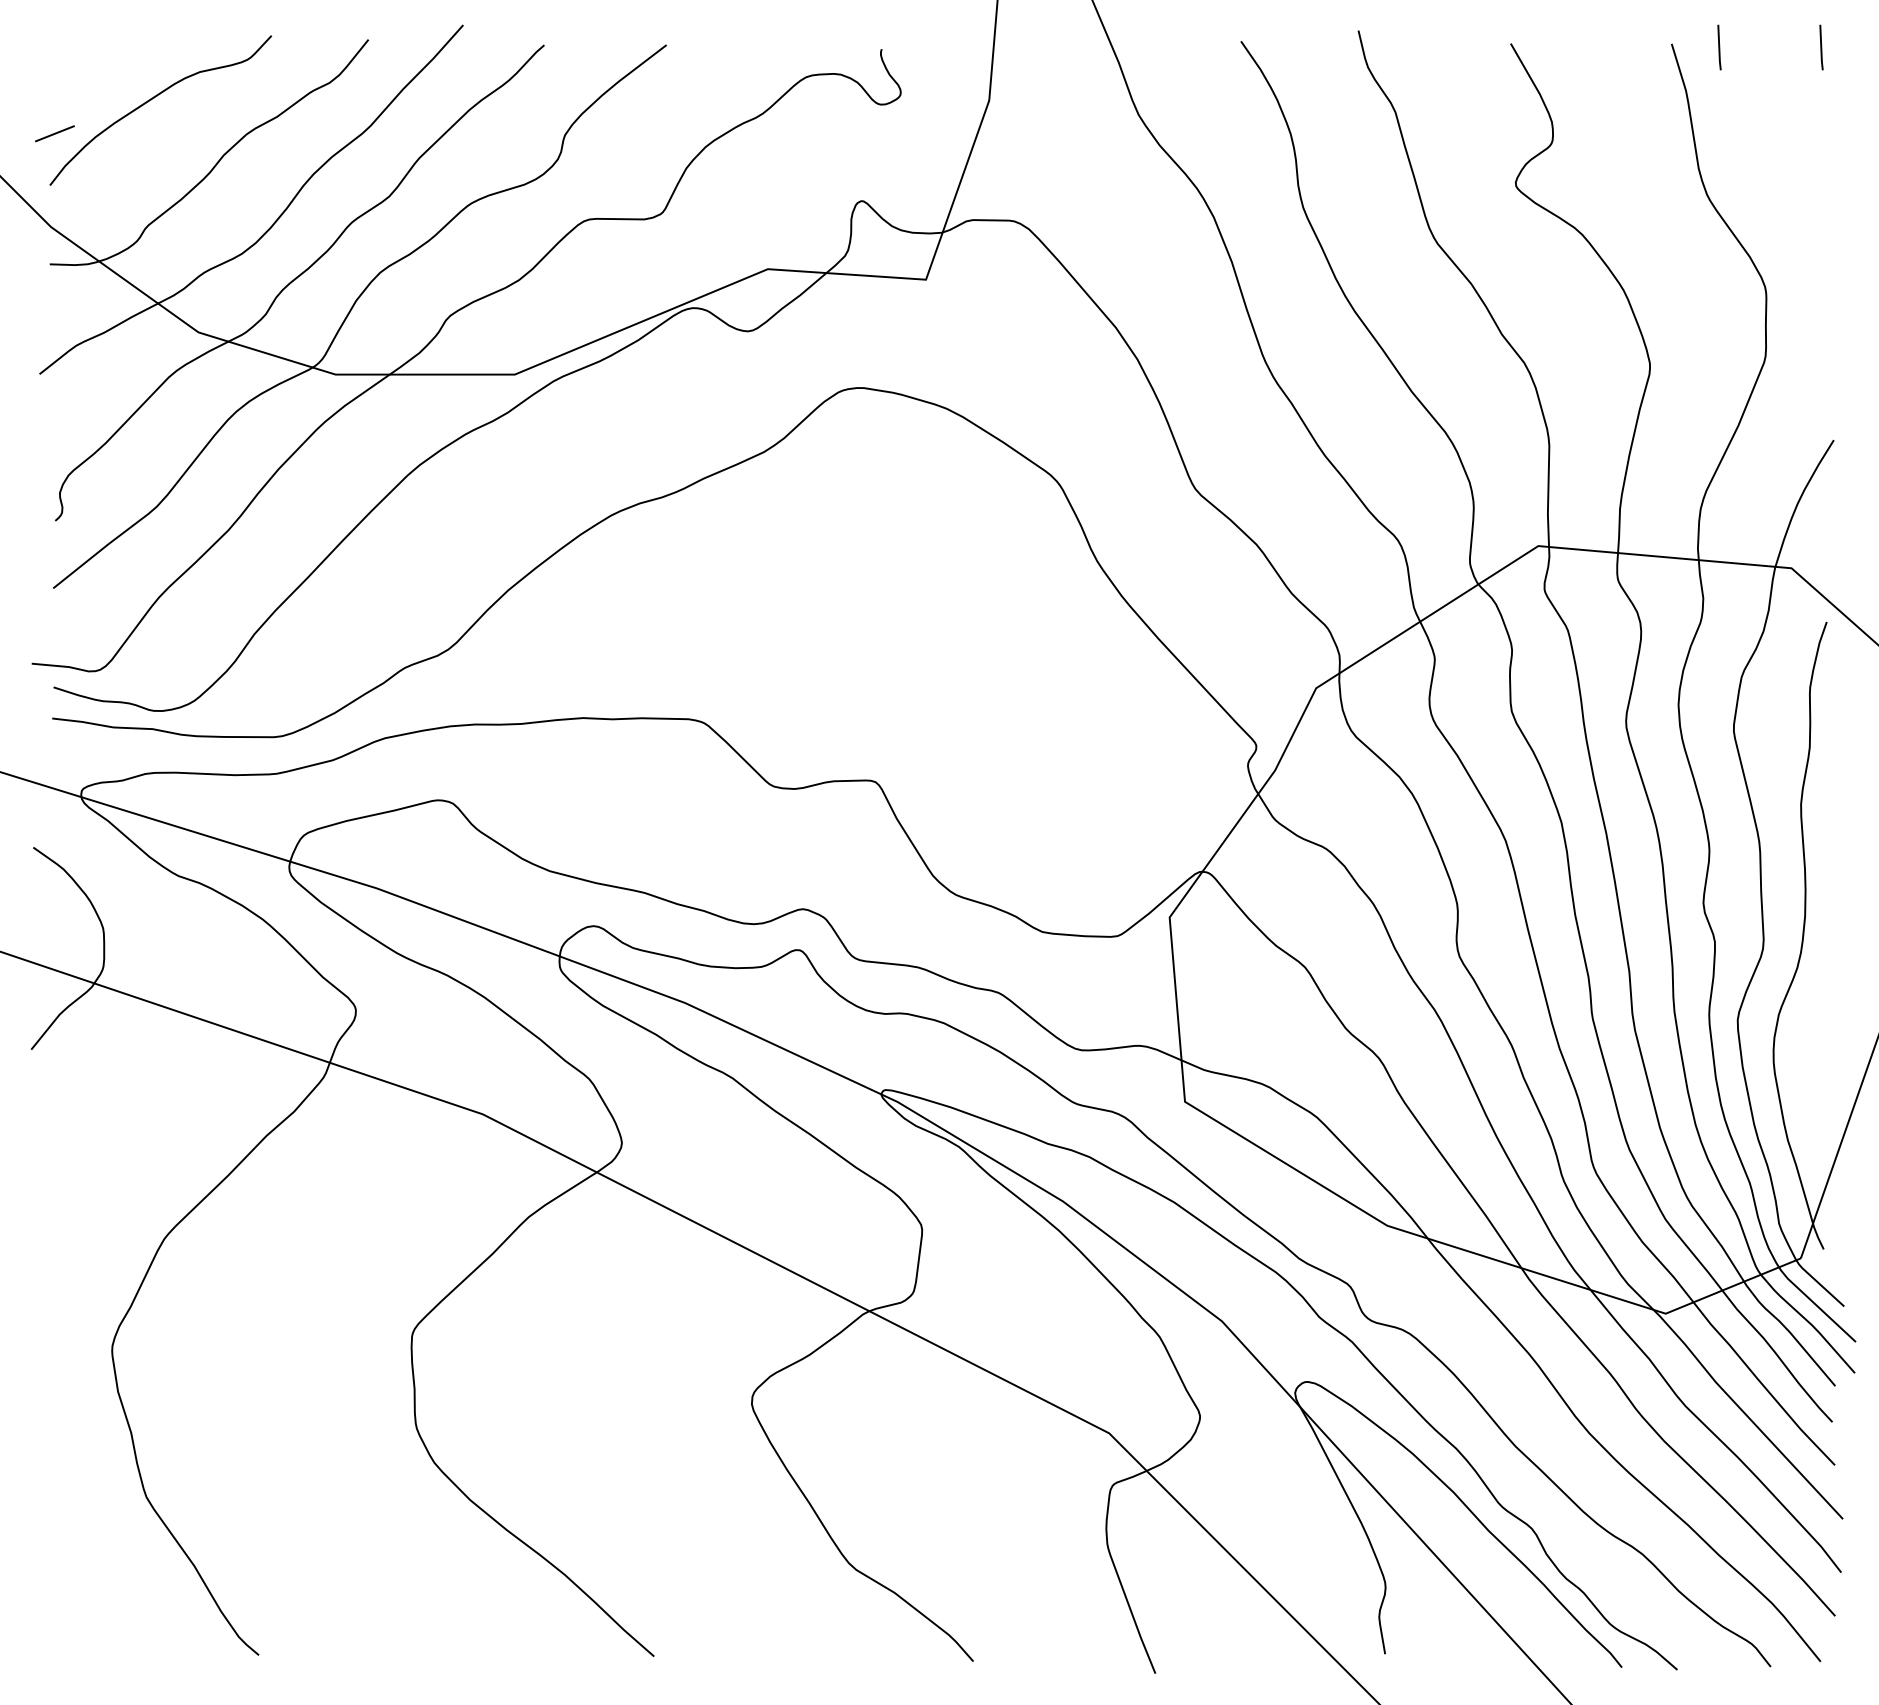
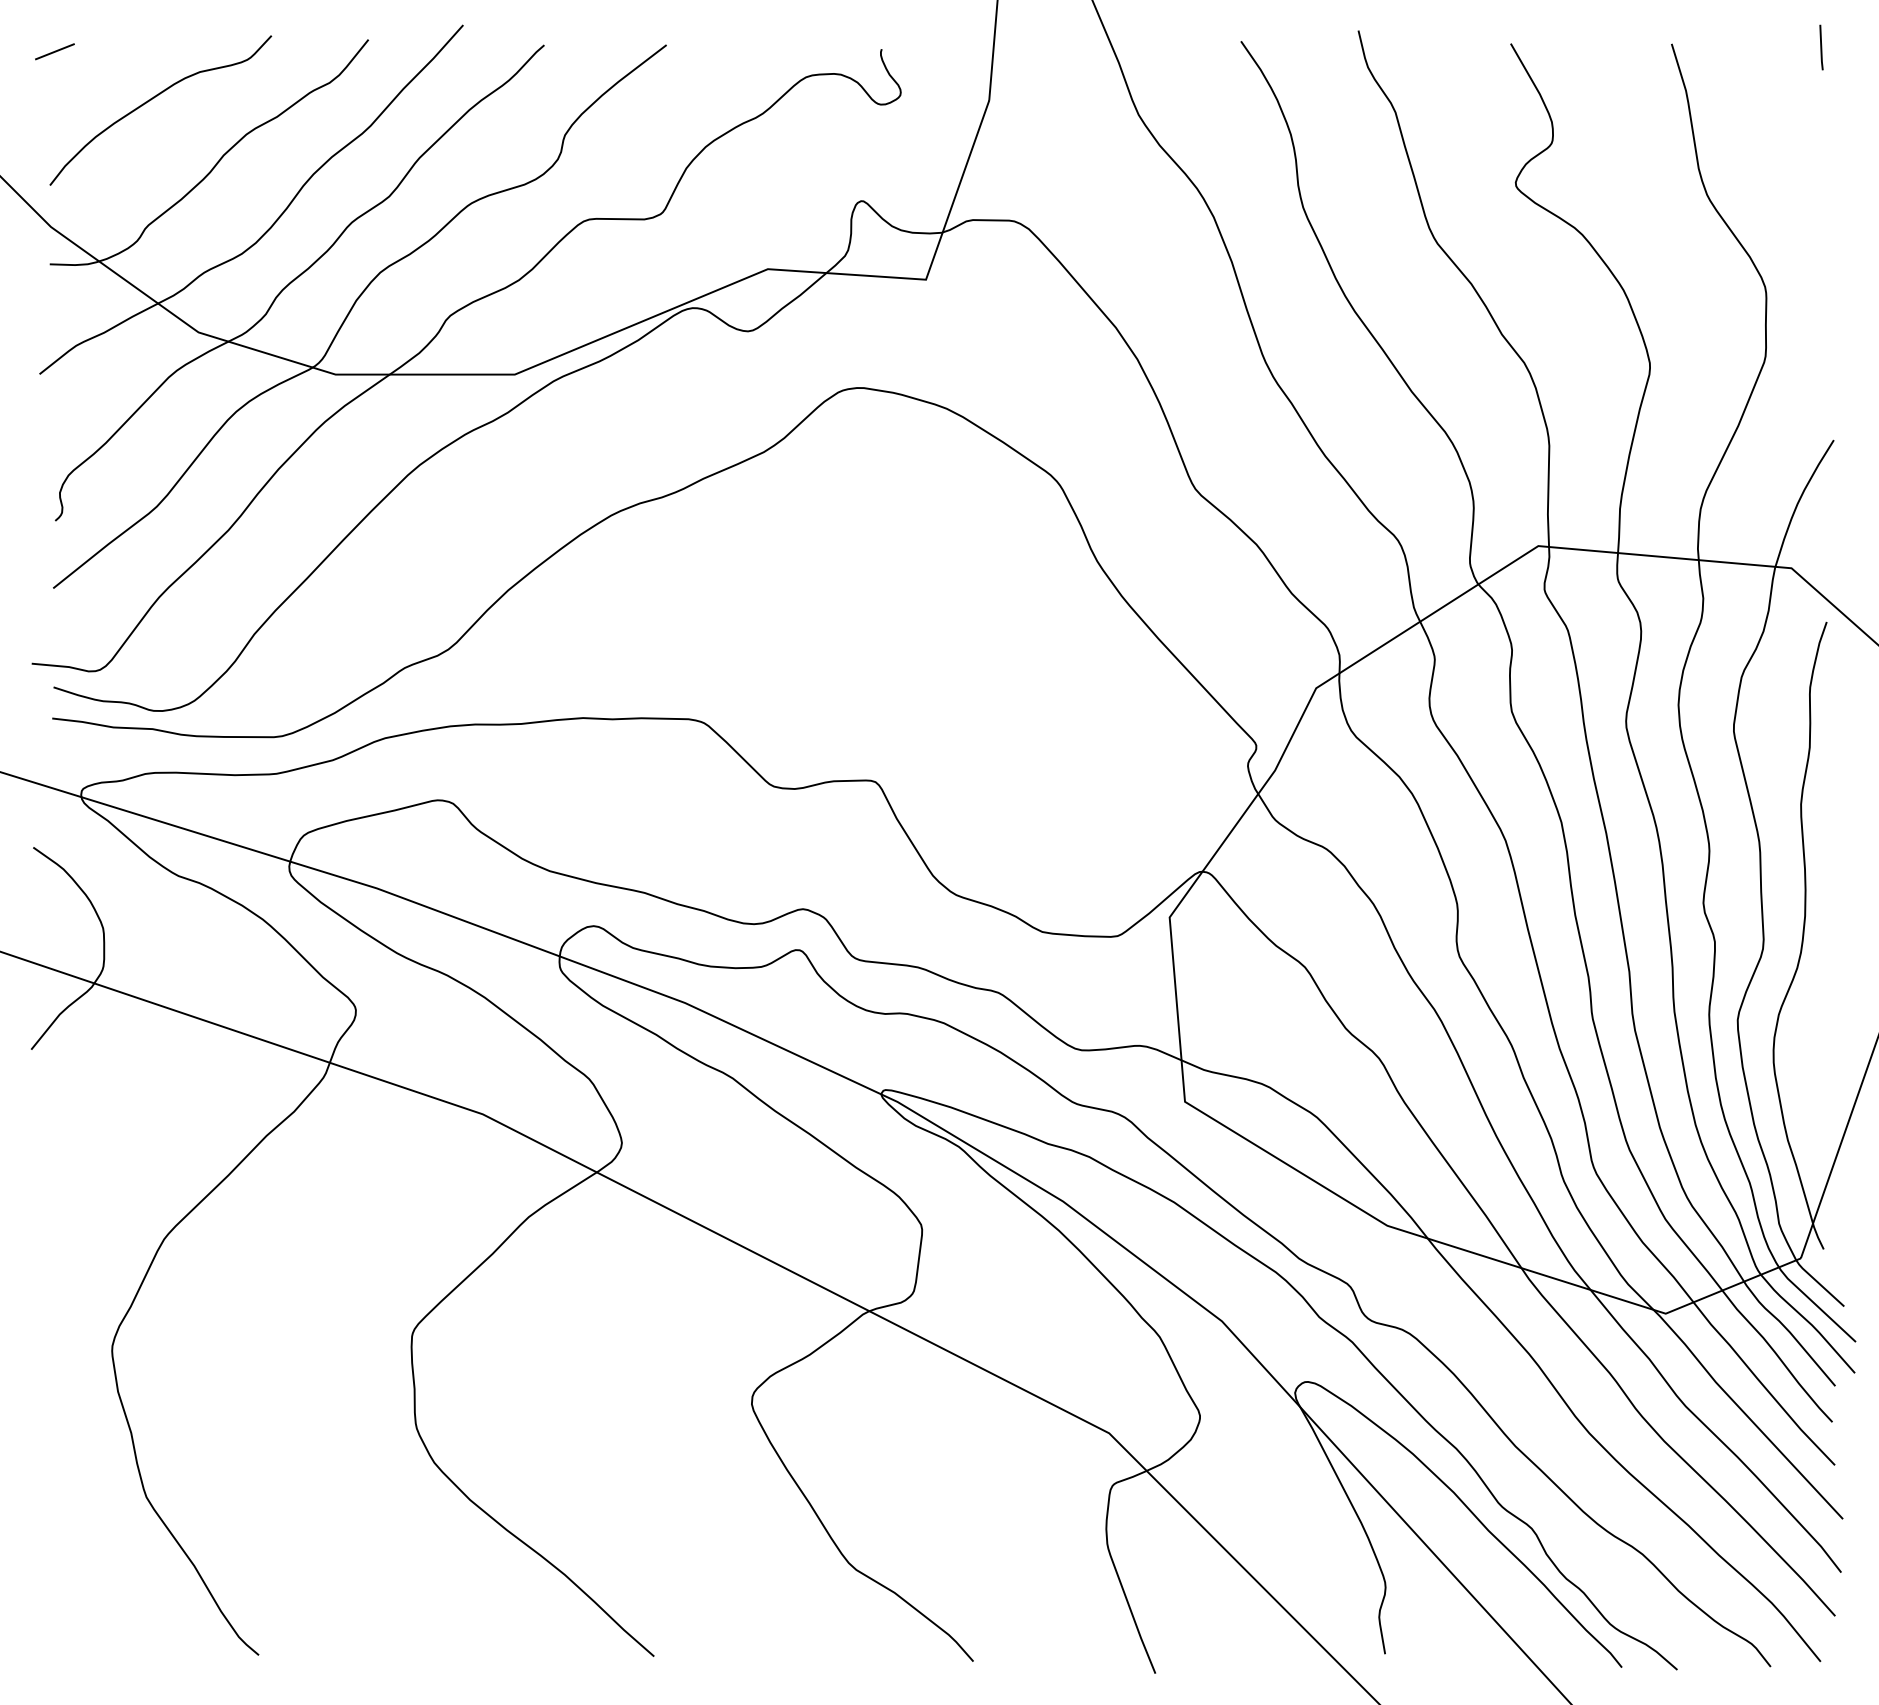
line at (1719, 47): present -> none
line at (54, 133) position: (54, 133) -> (54, 51)
